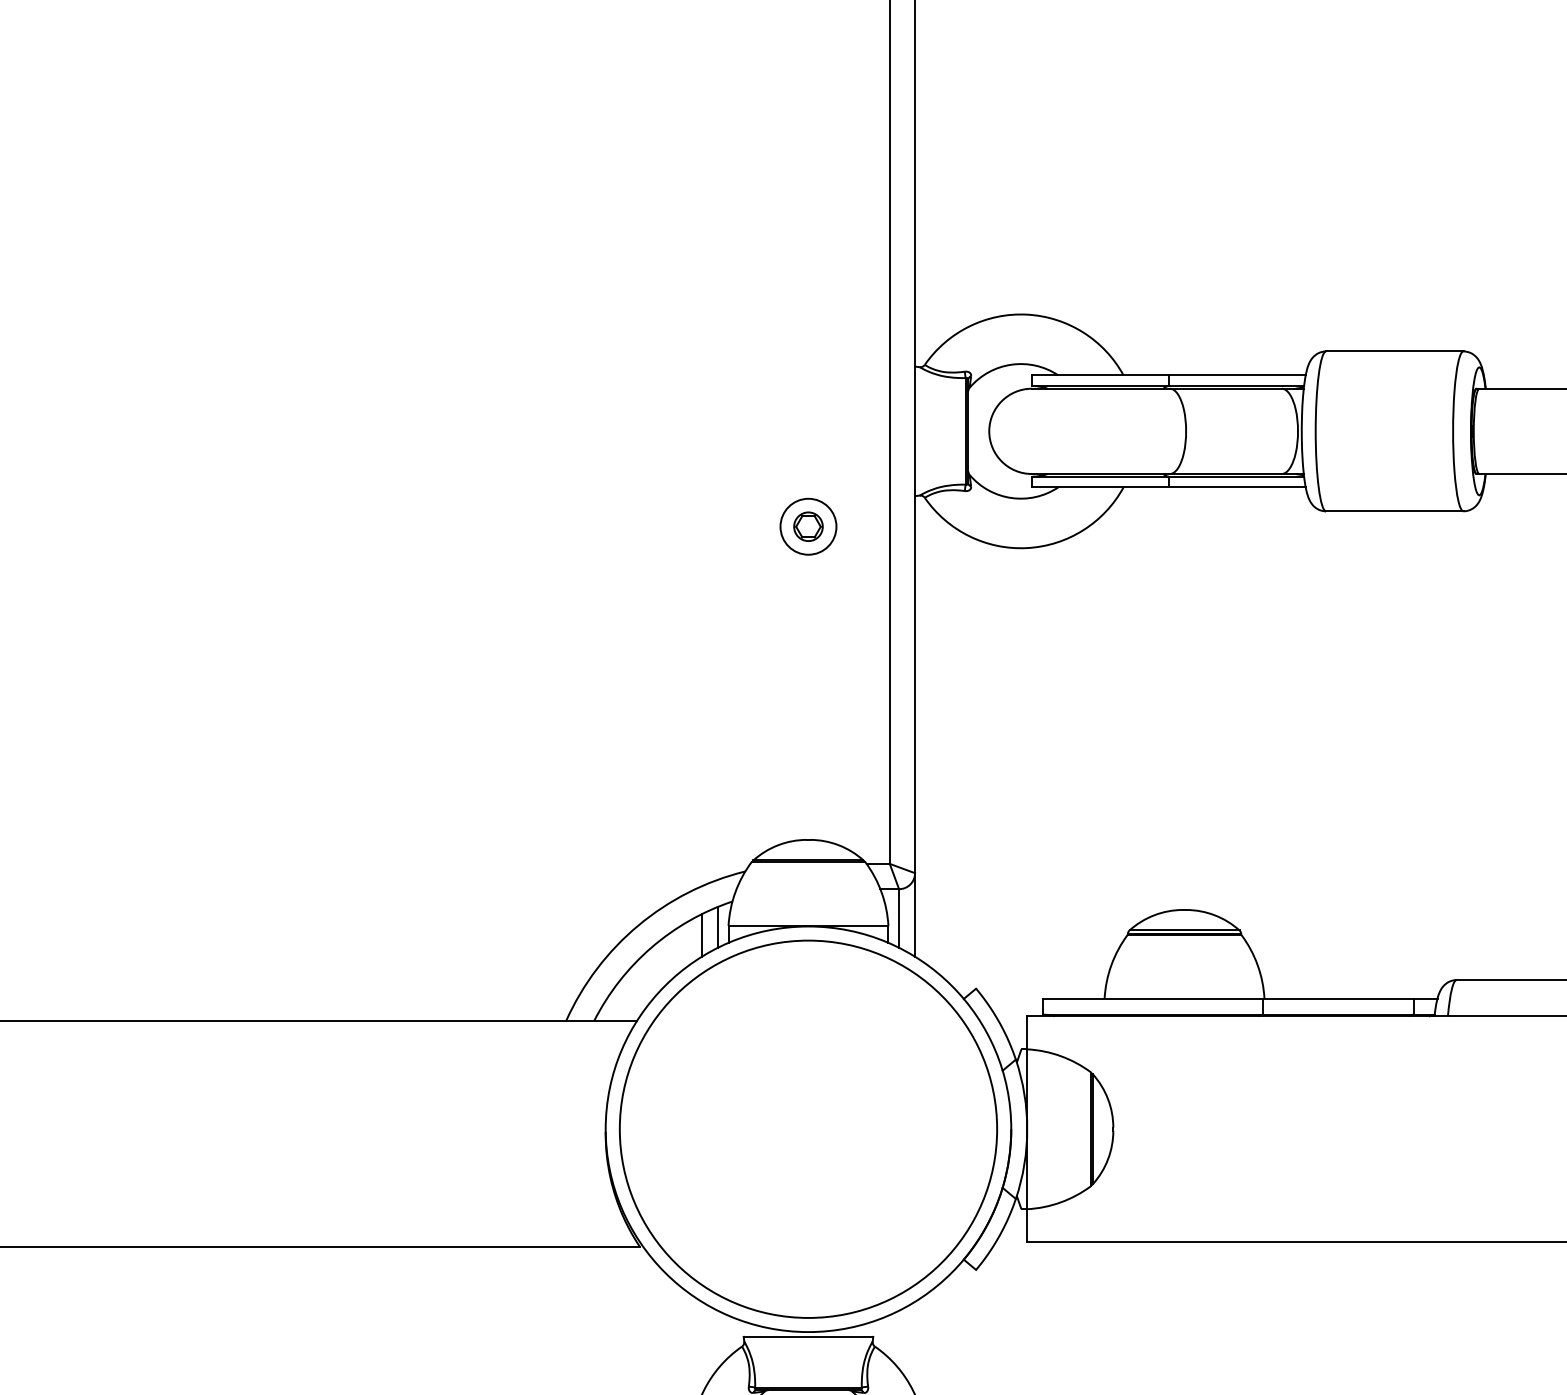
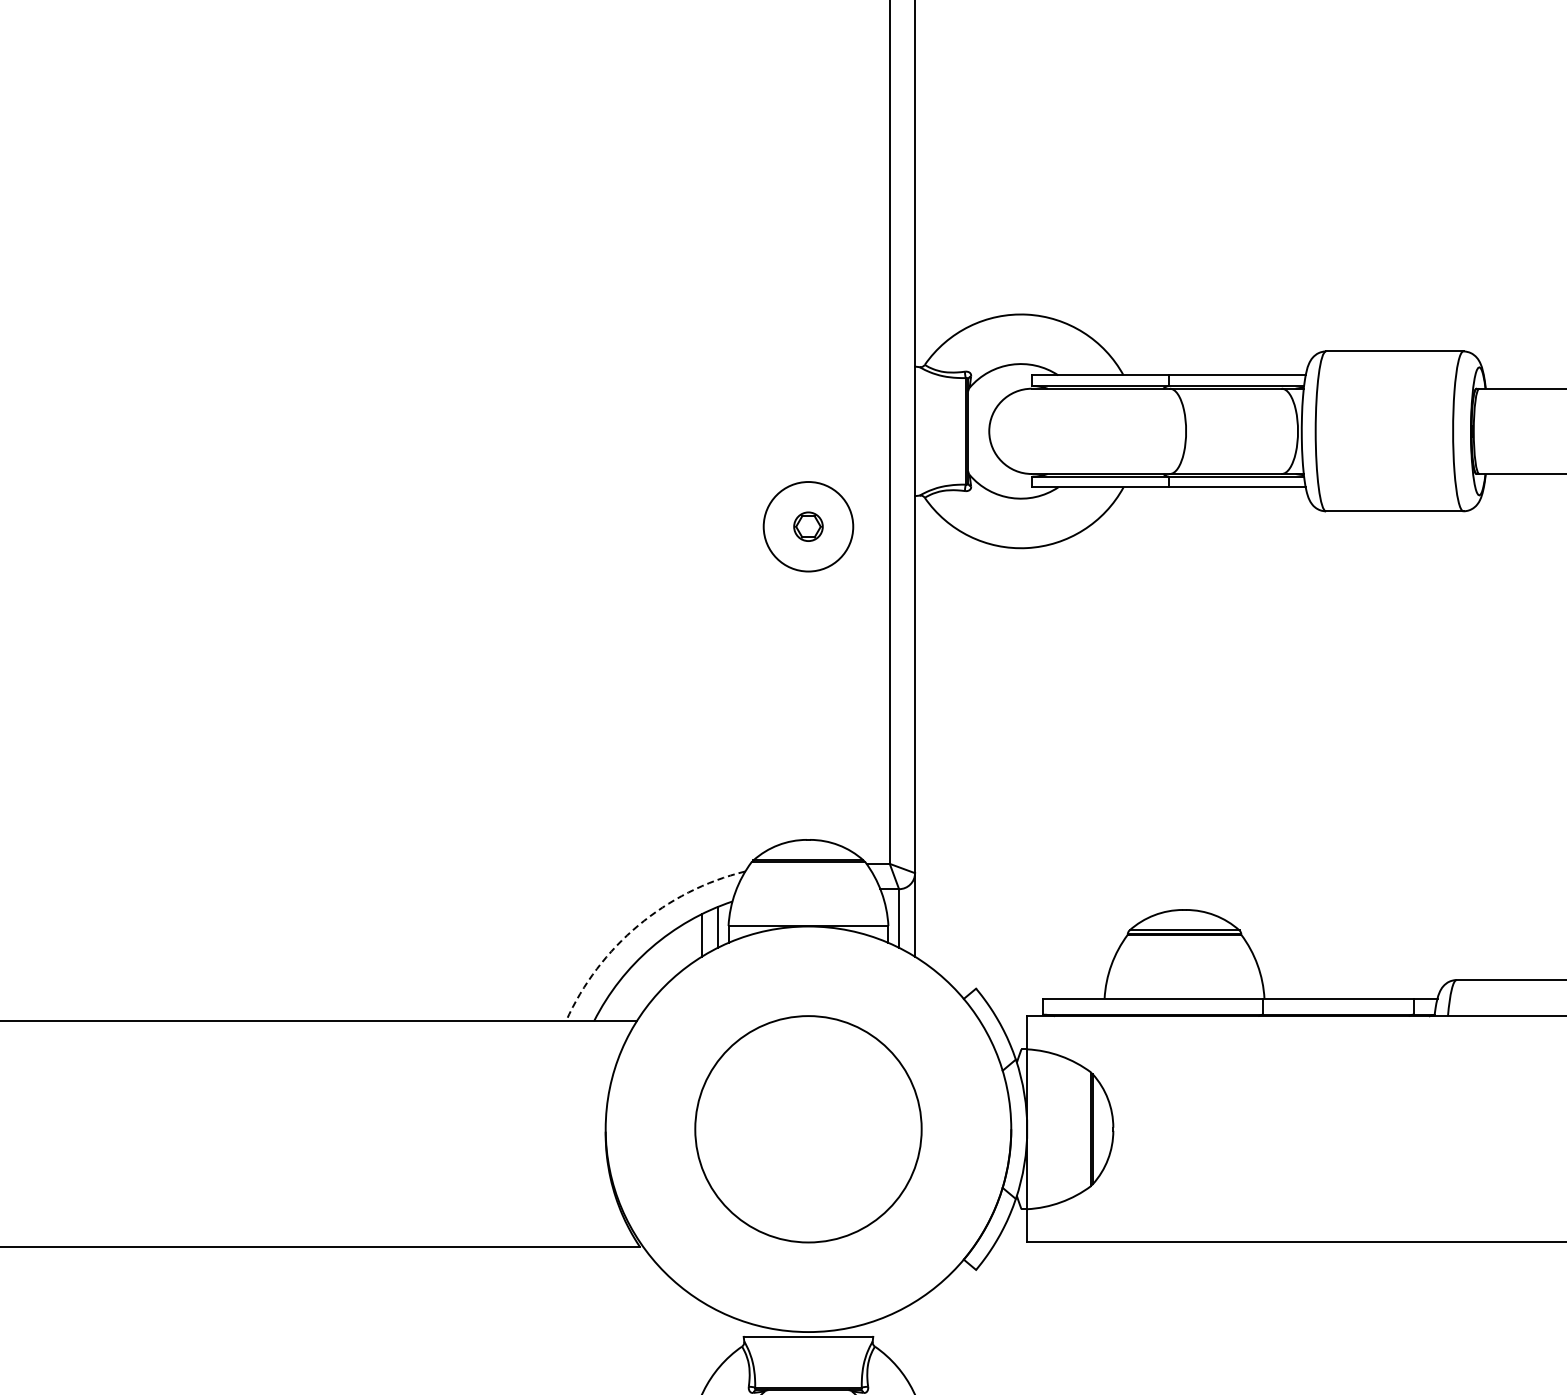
circle at (808, 526) diameter: 56 px -> 90 px
arc at (638, 925): solid -> dashed
circle at (808, 1128) diameter: 377 px -> 226 px
